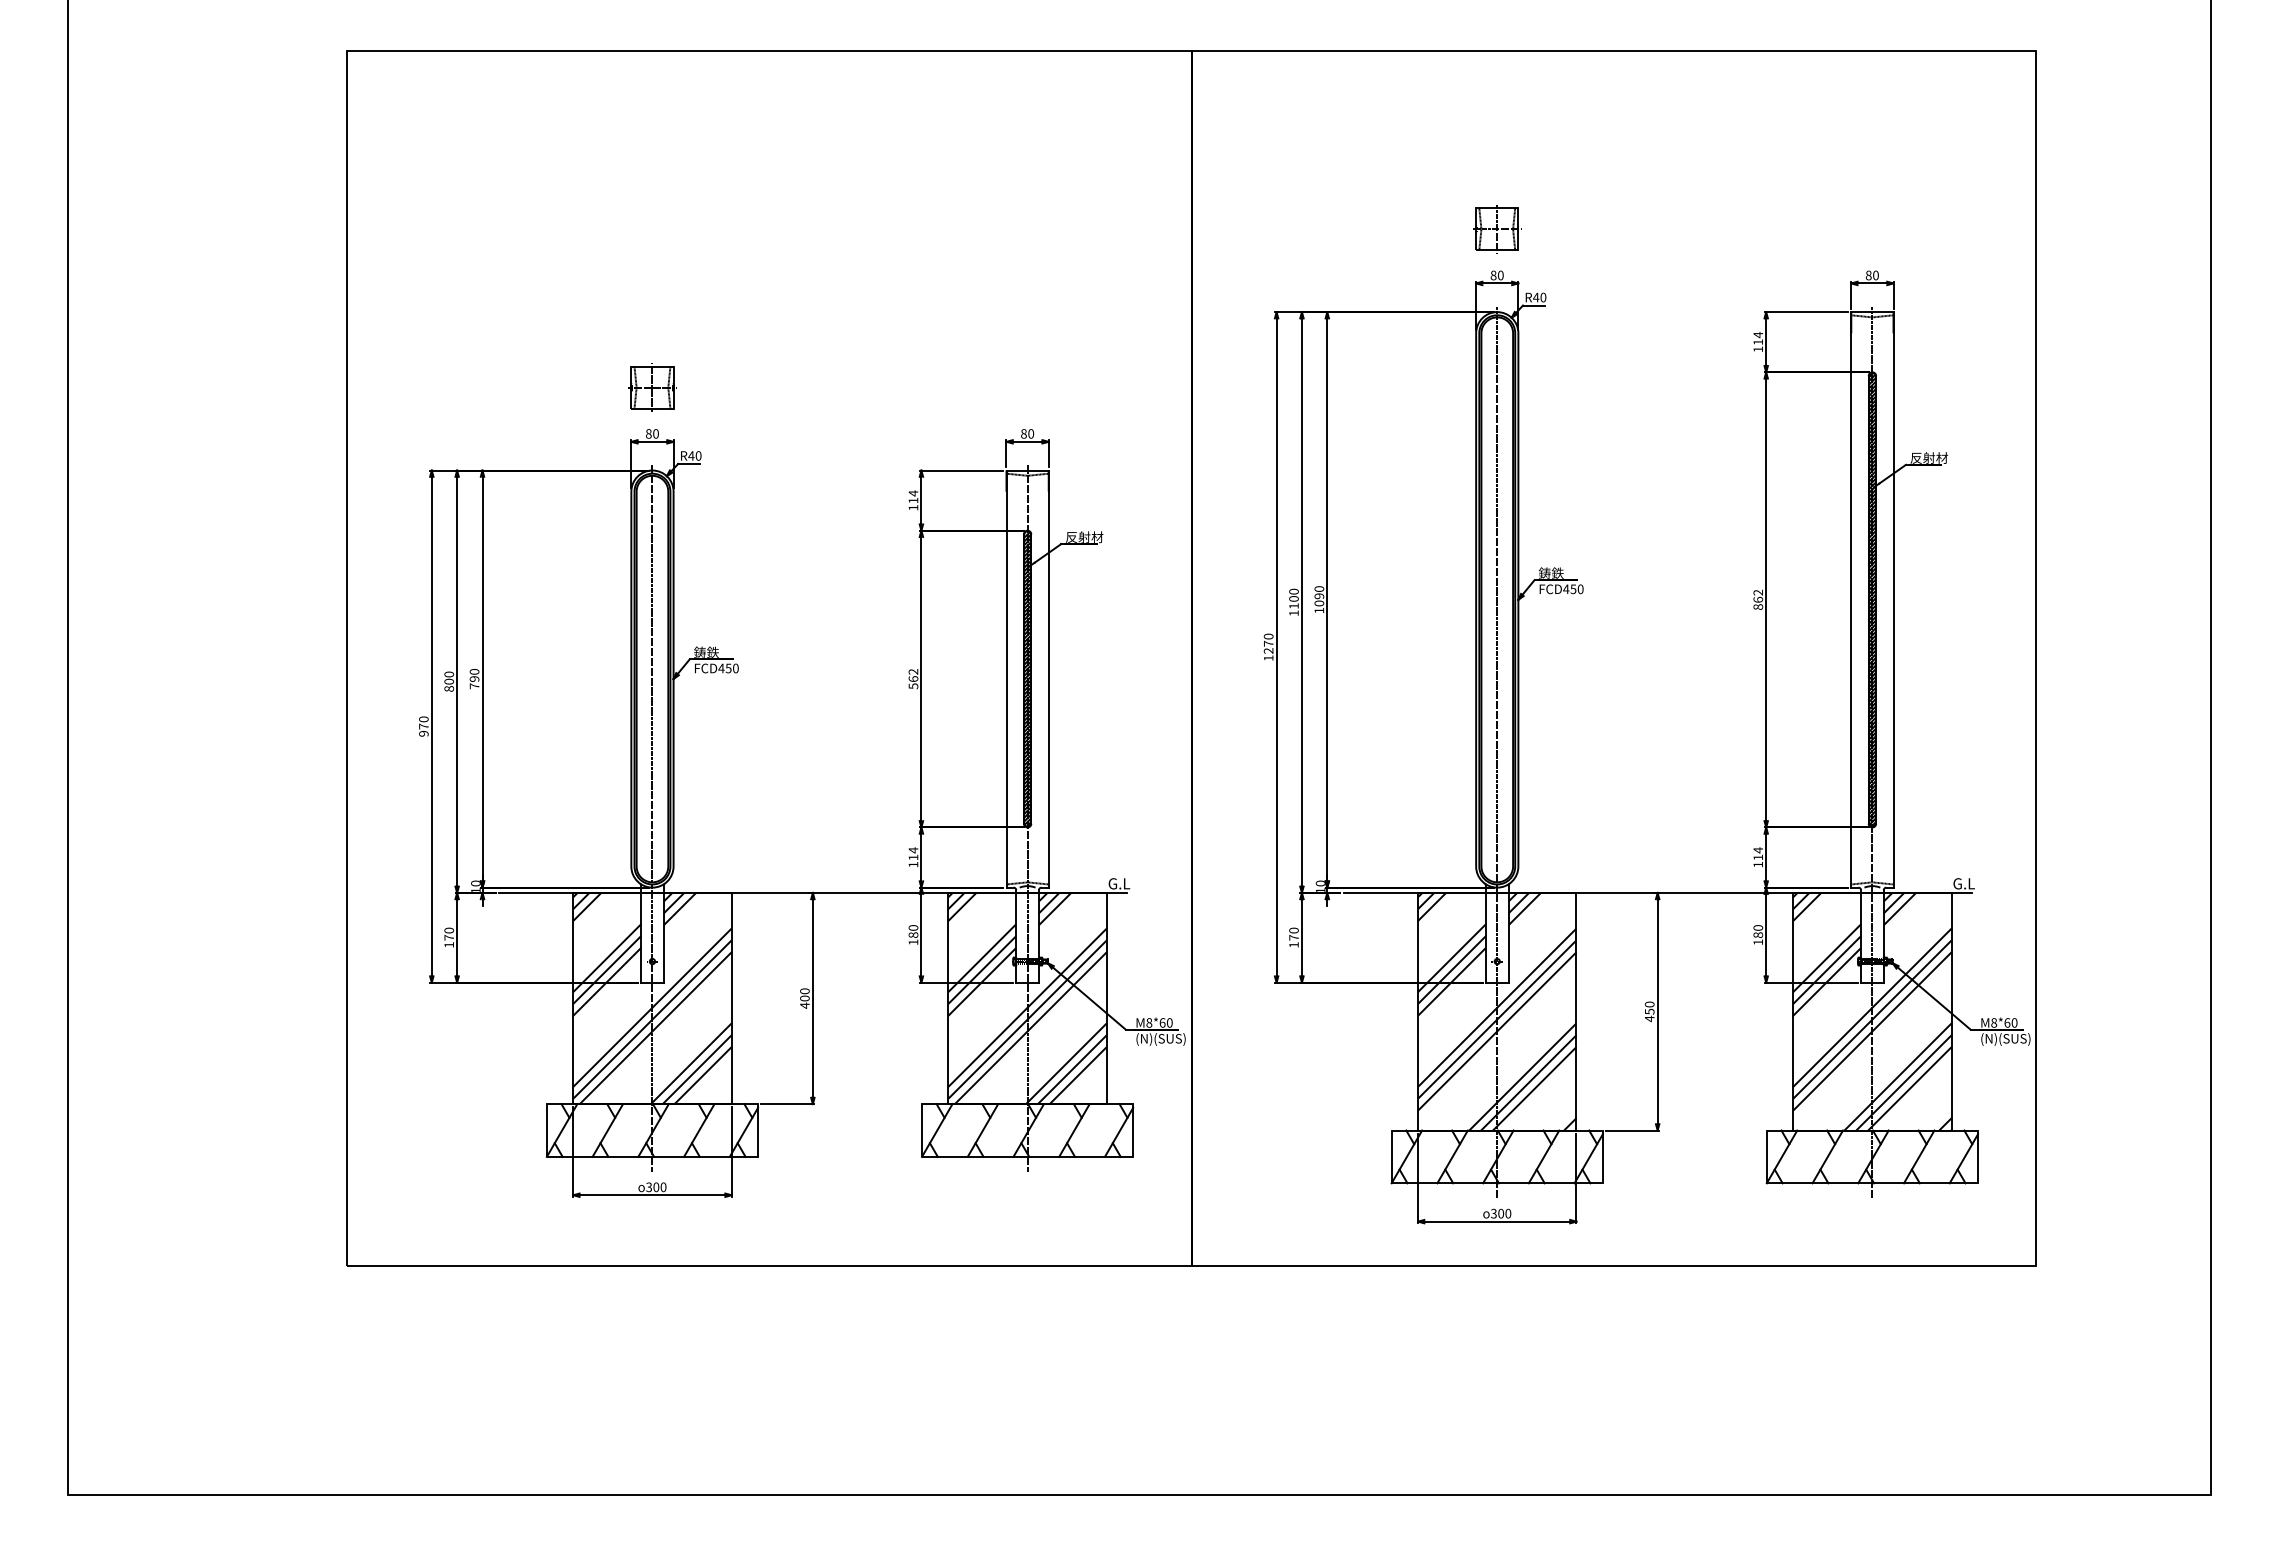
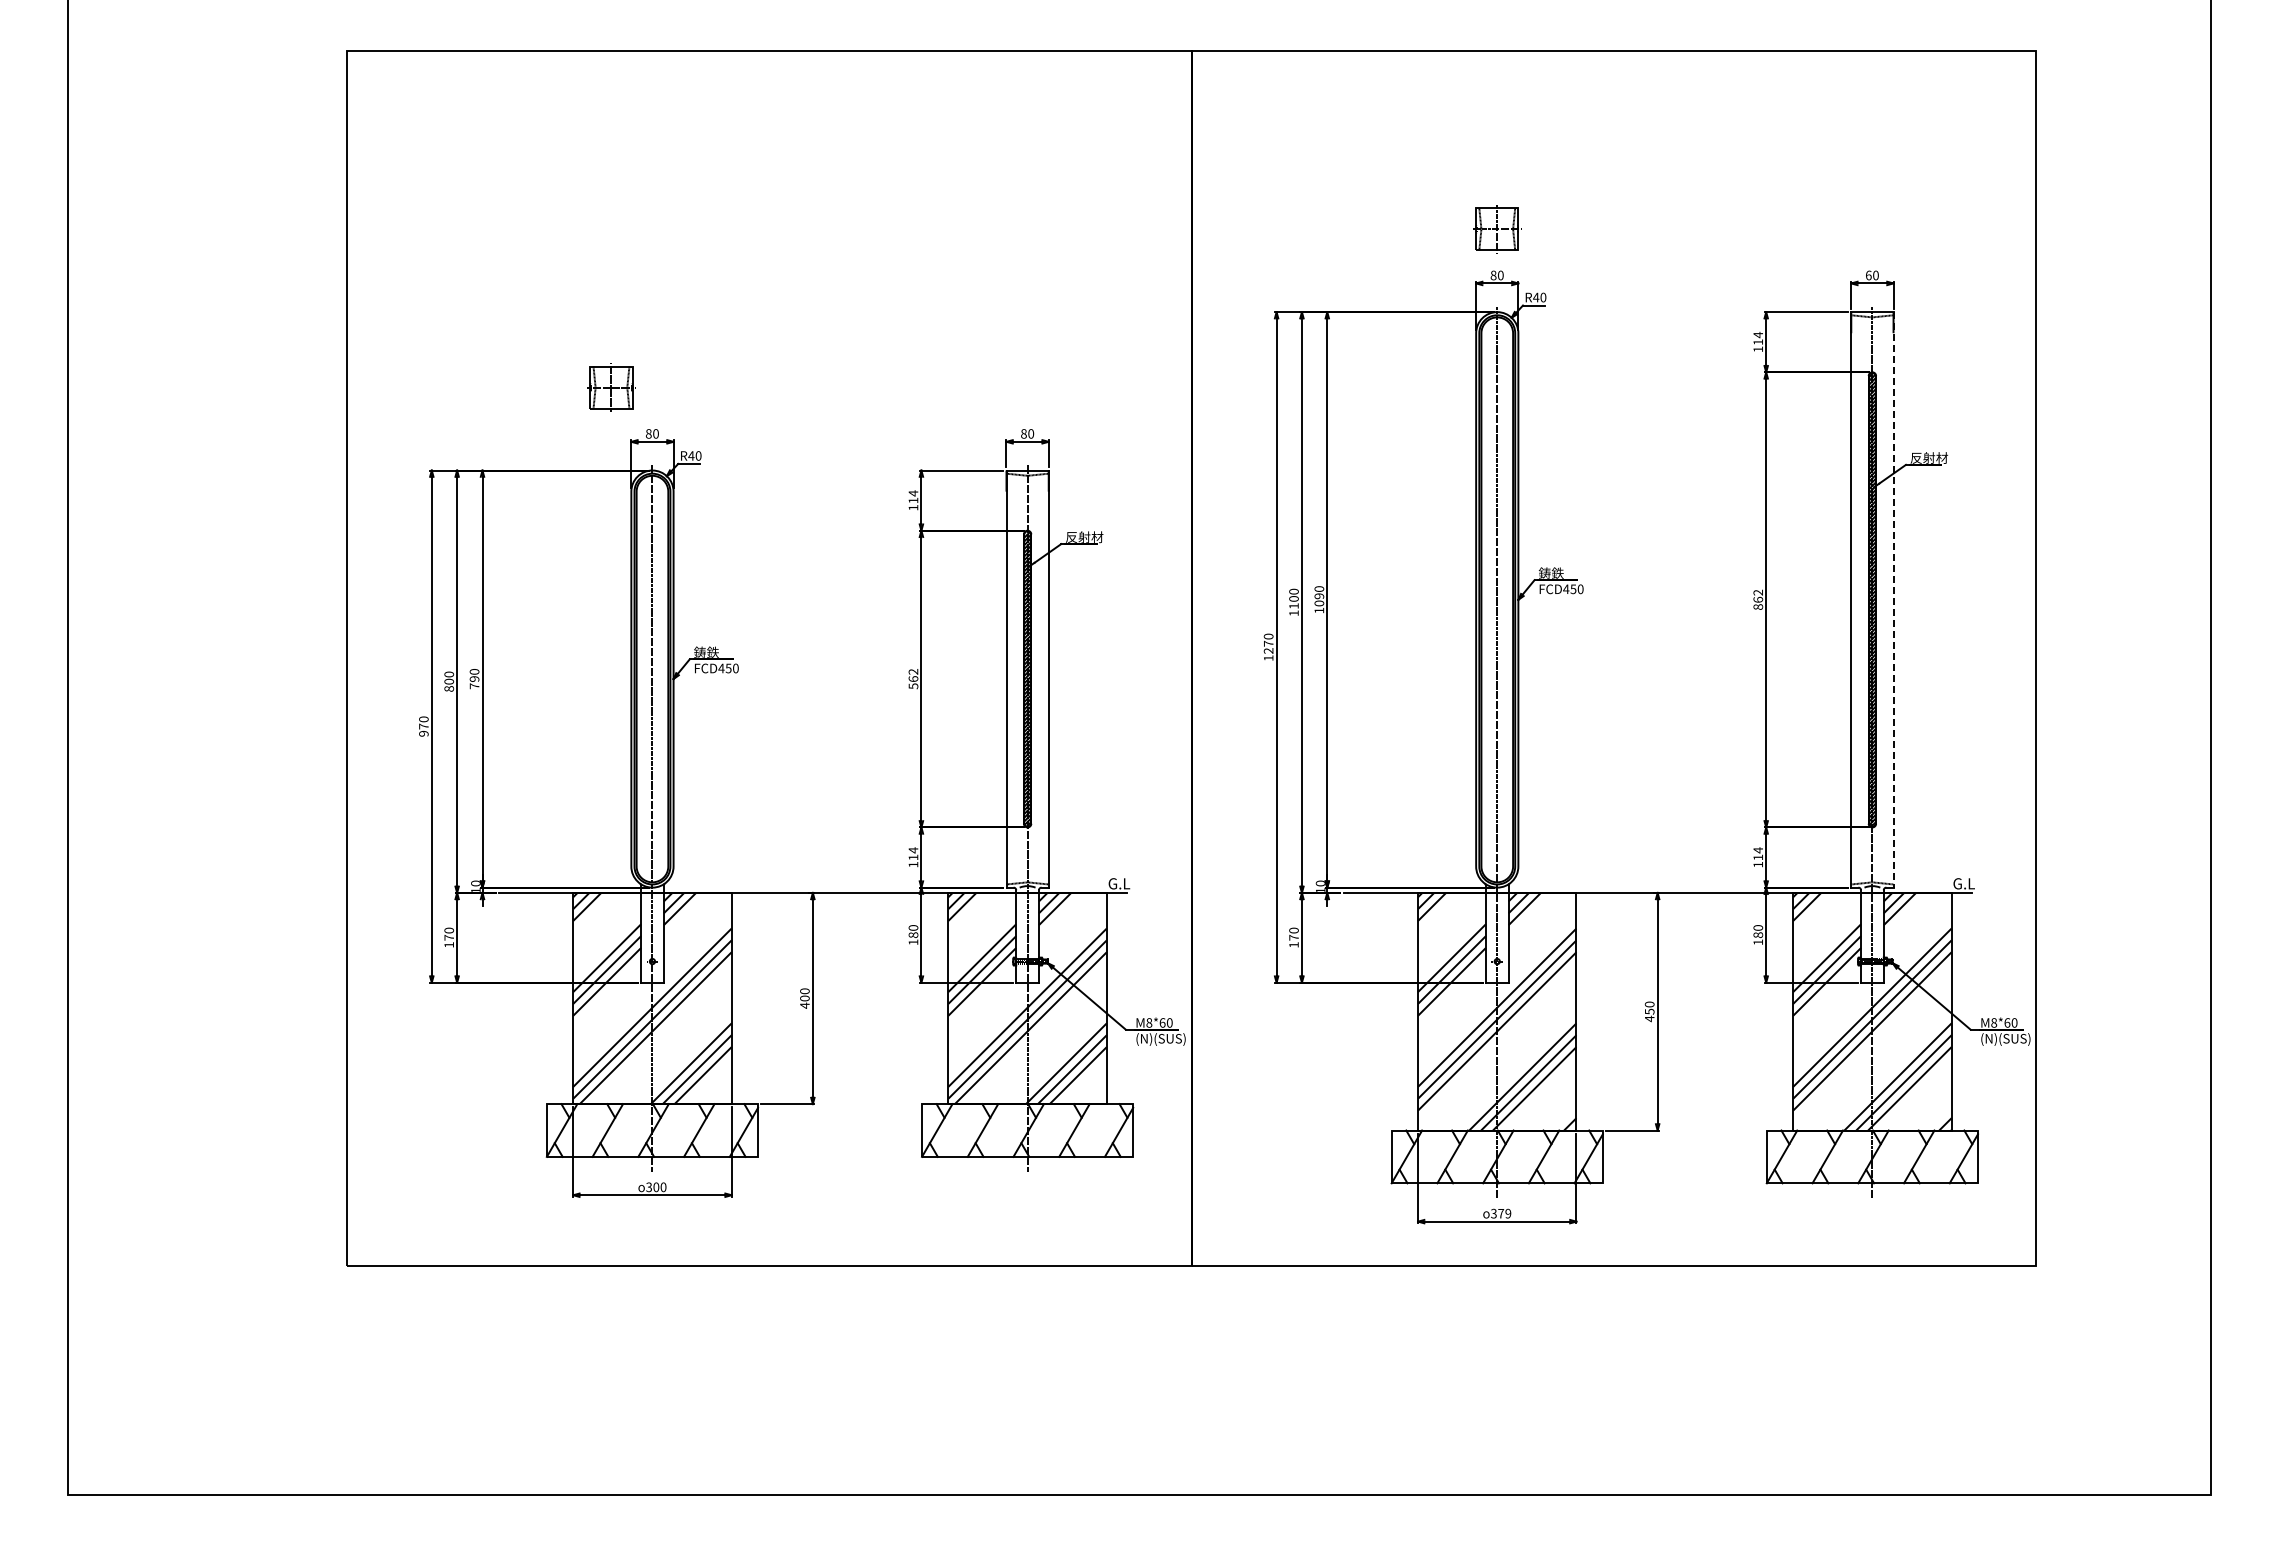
text at (1868, 275): 80 -> 60
part at (652, 387) position: (652, 387) -> (611, 387)
line at (1893, 599): solid -> dashed
text at (1504, 1213): 300 -> 379
